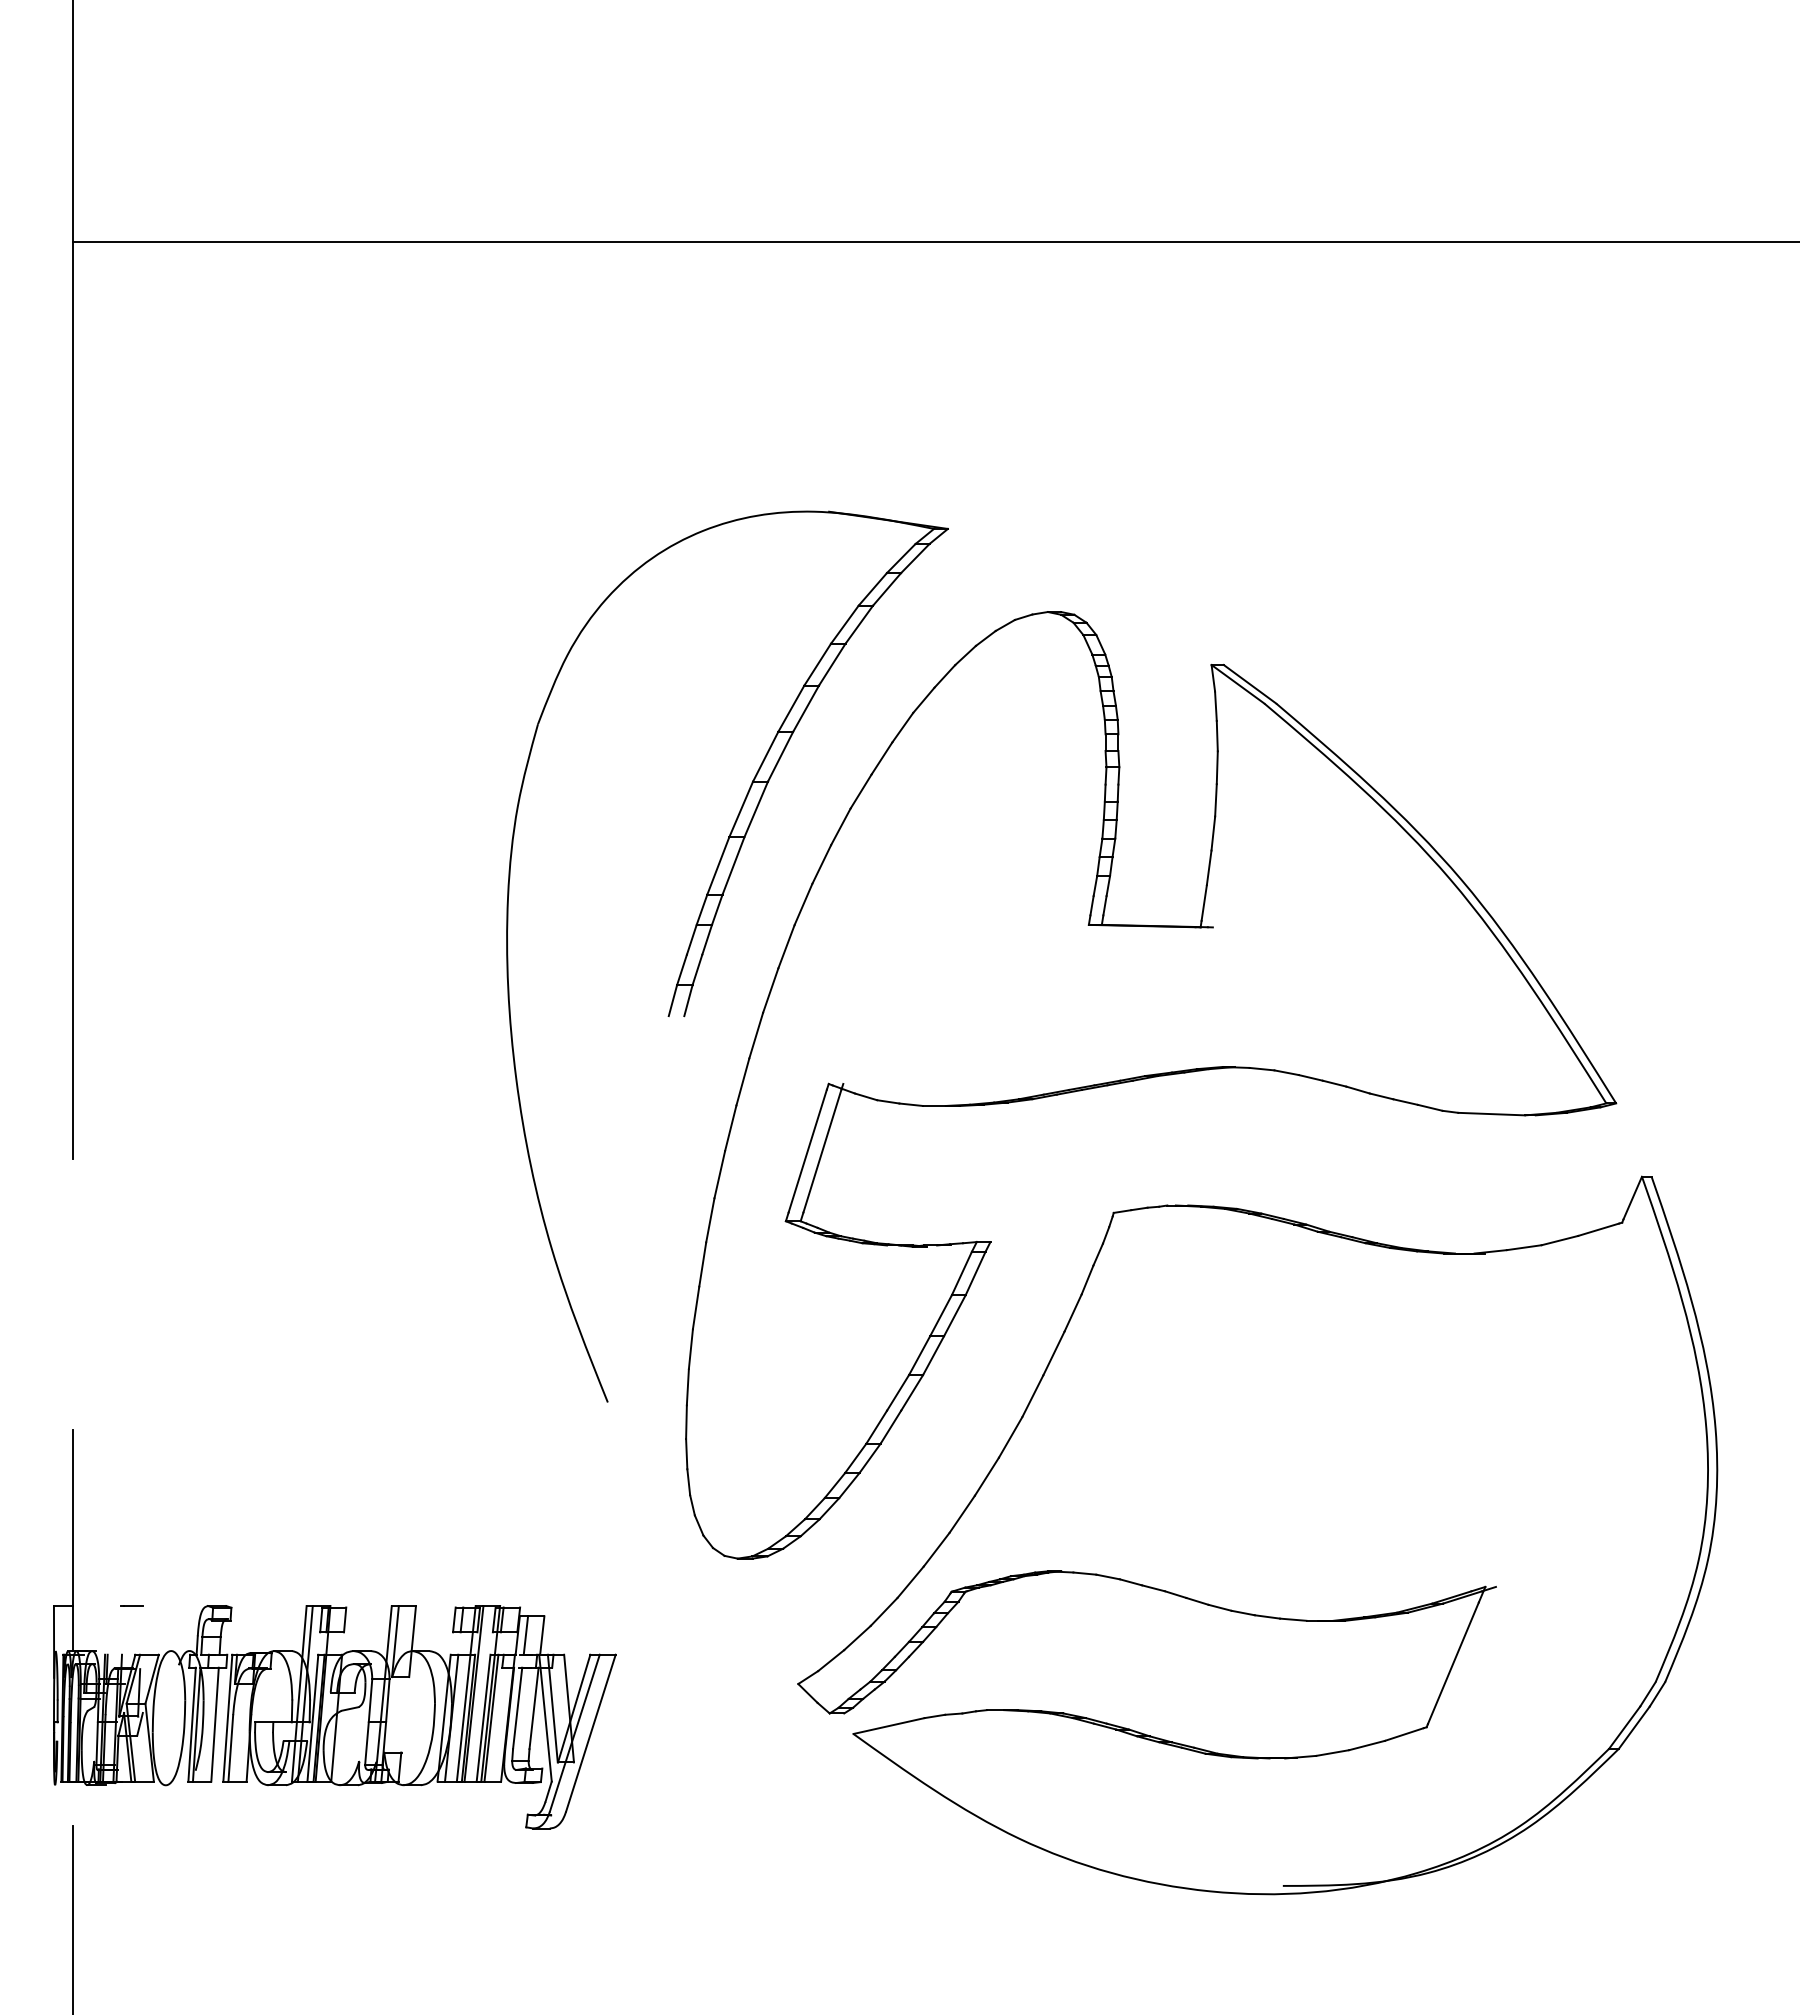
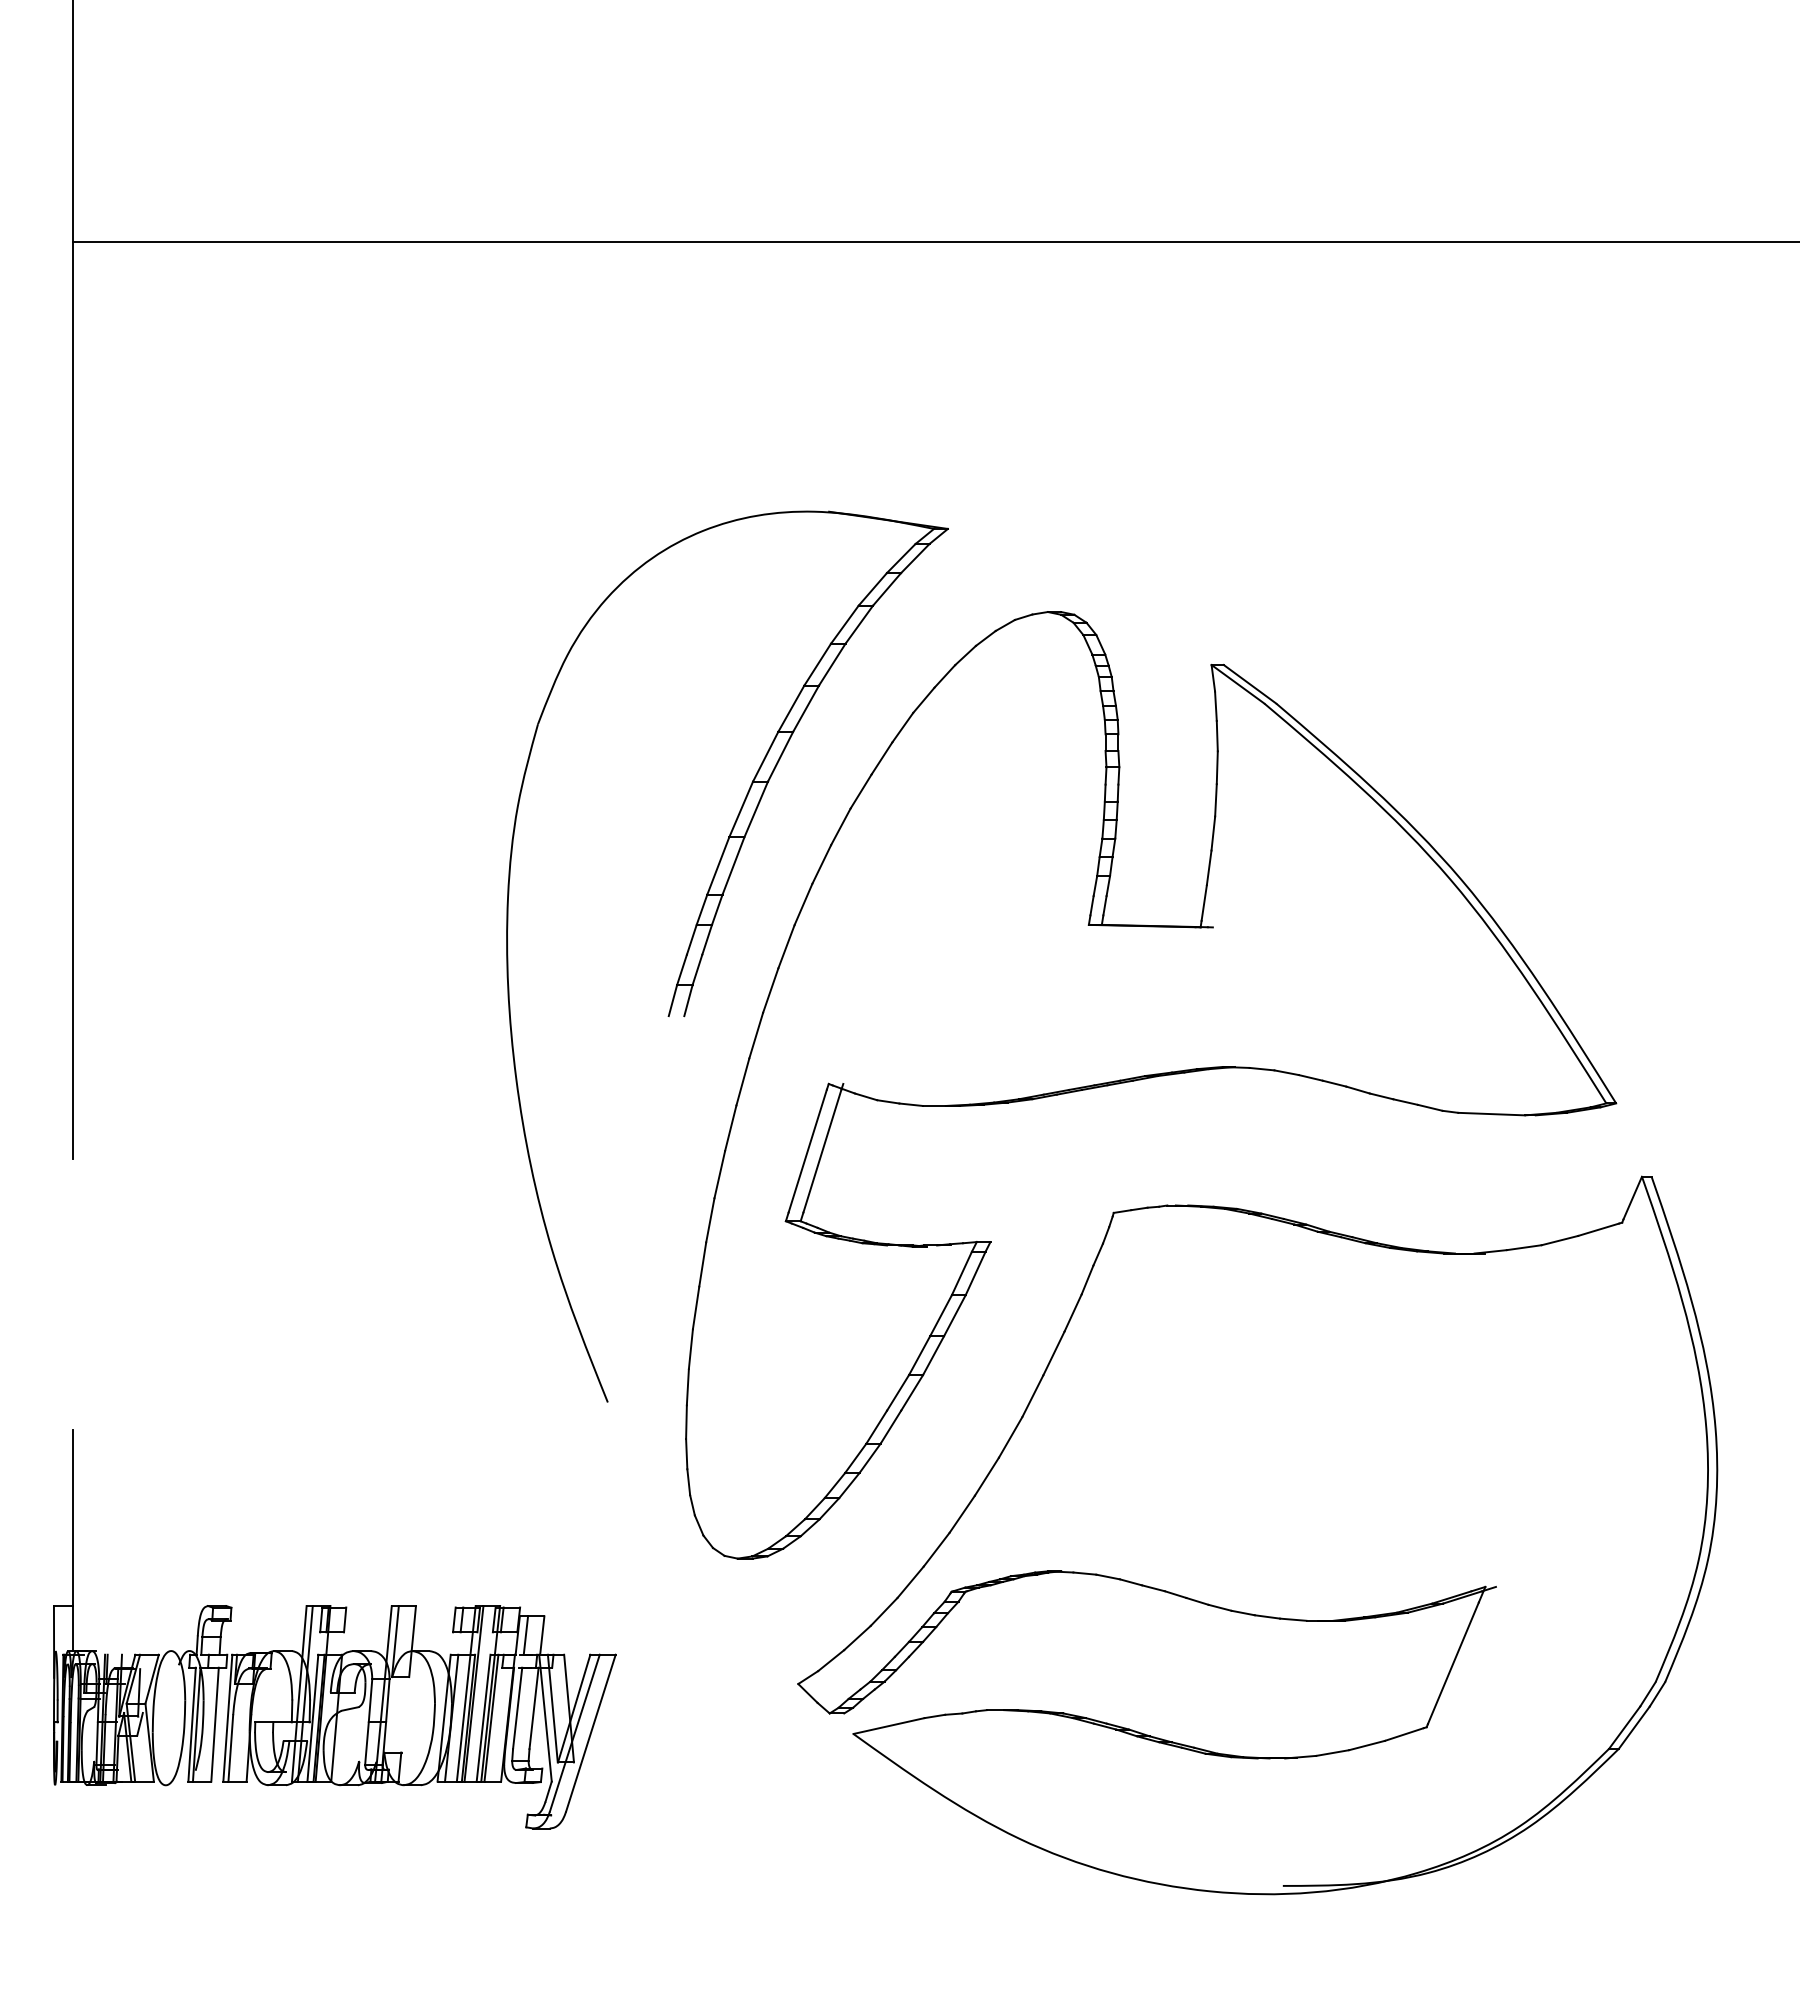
line at (131, 1605): present -> none
line at (72, 1918): present -> none
